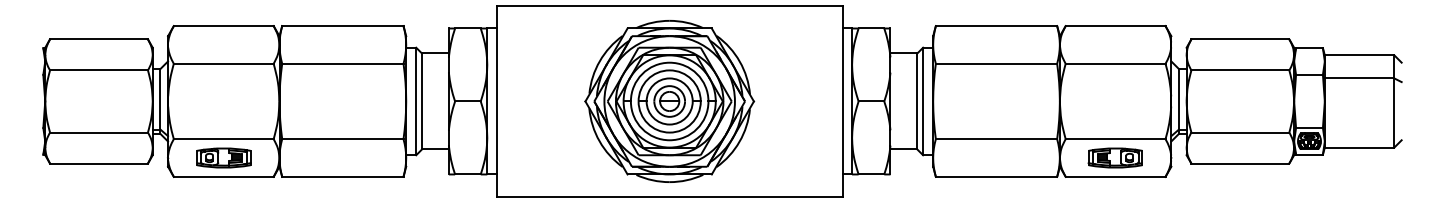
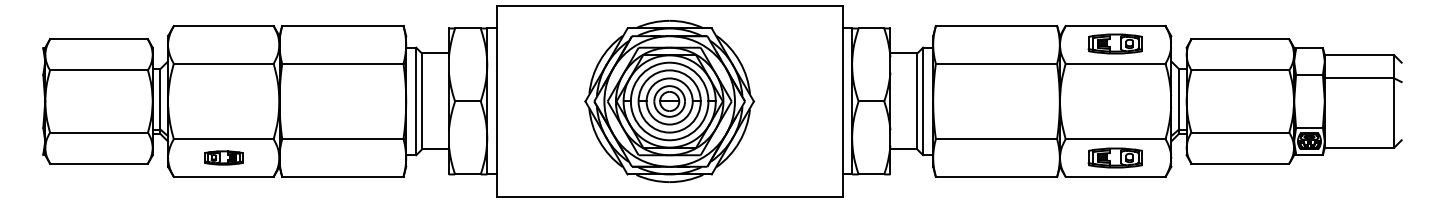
part at (1114, 43): none -> present
part at (223, 157) size: 56x22 px -> 40x16 px
